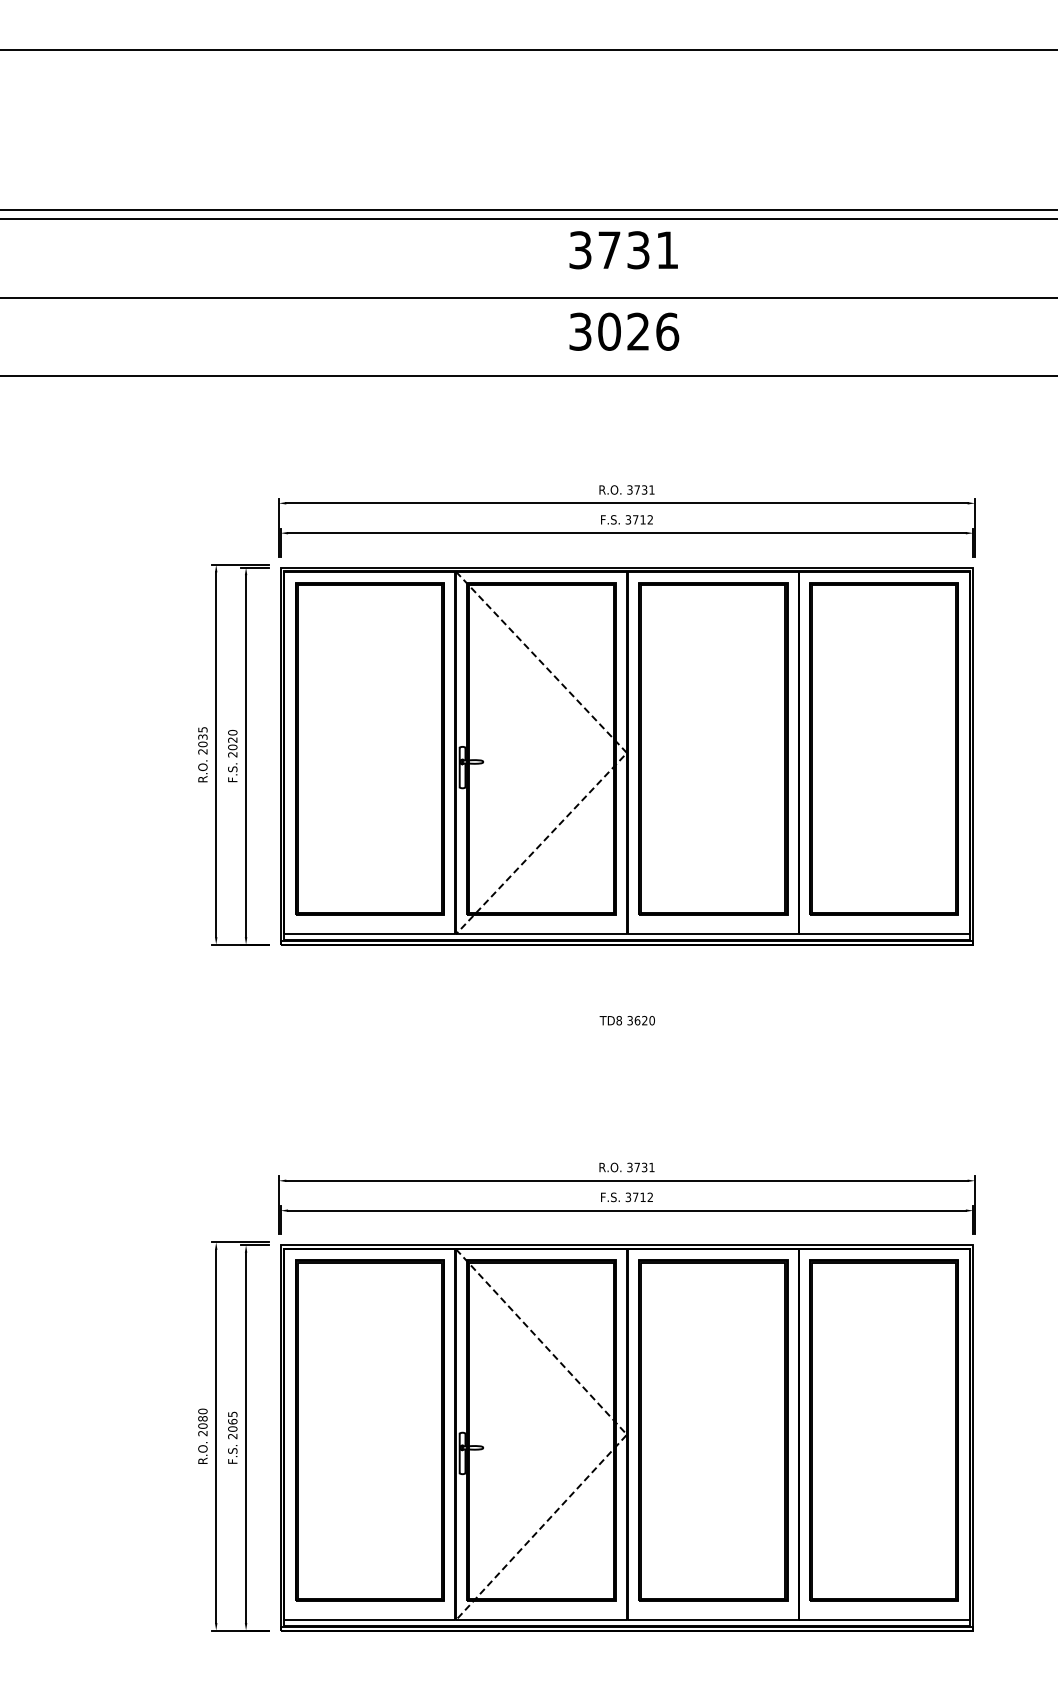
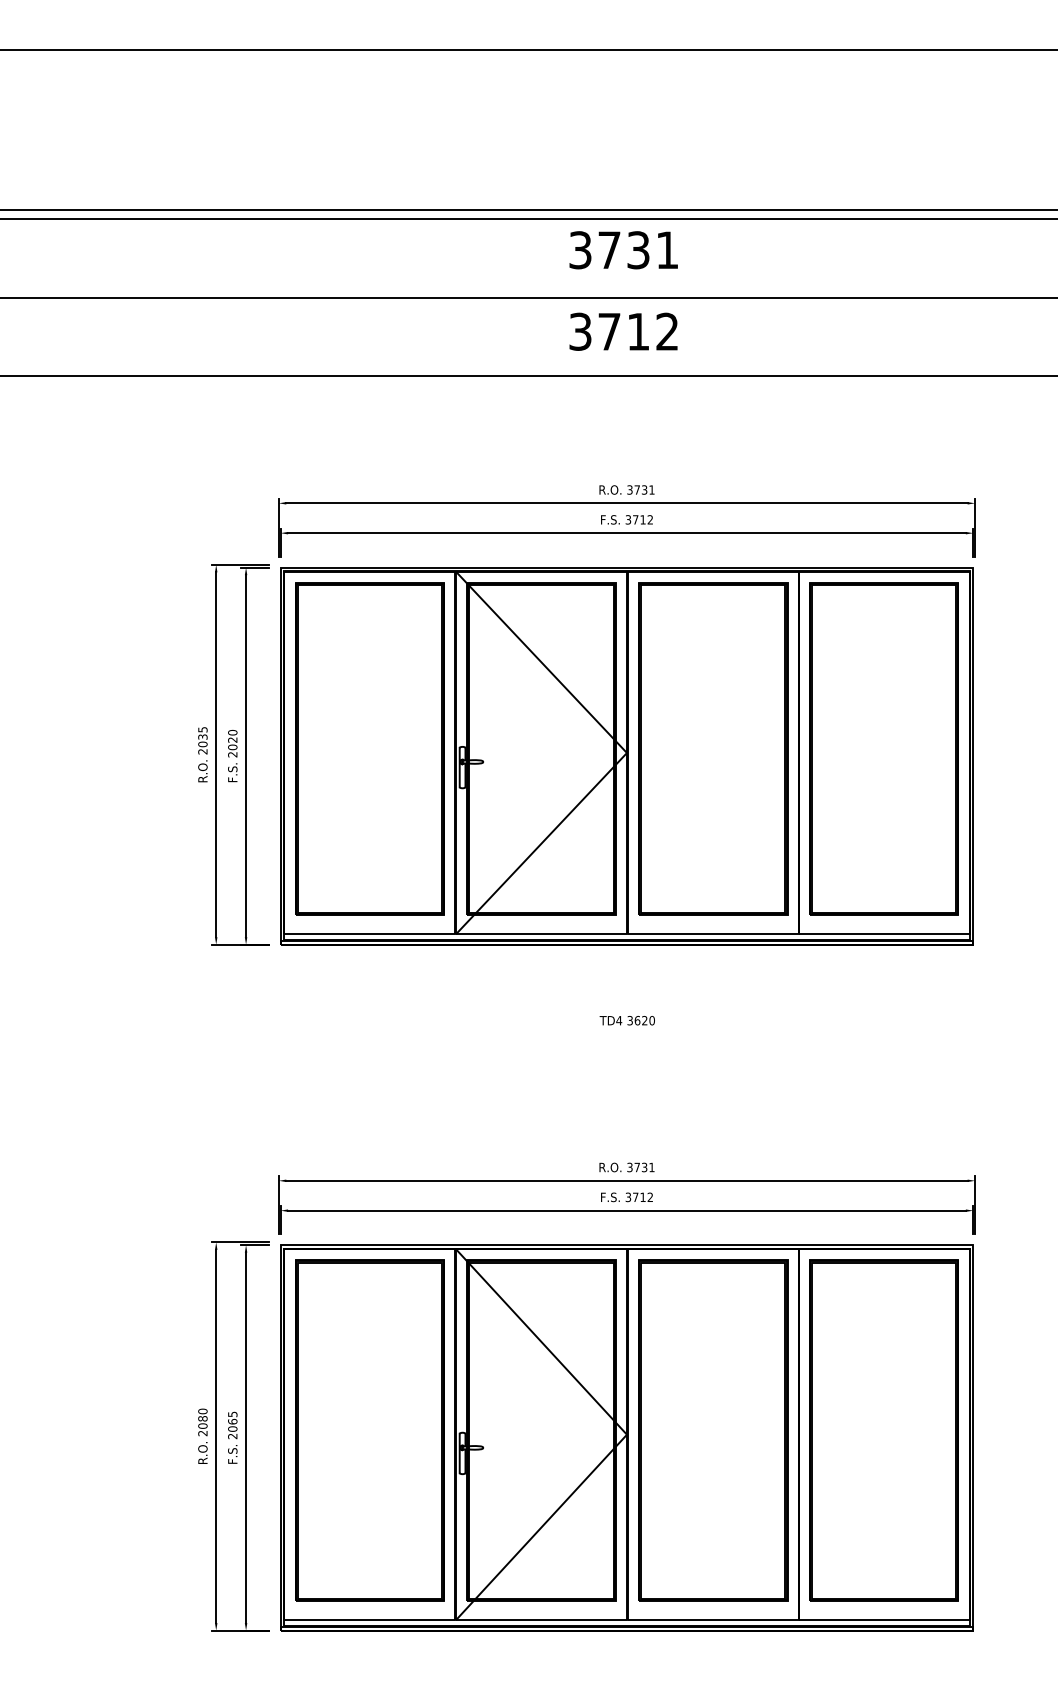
text at (638, 331): 3026 -> 3712
line at (626, 753): dashed -> solid
text at (619, 1020): TD8 -> TD4
line at (626, 1434): dashed -> solid
